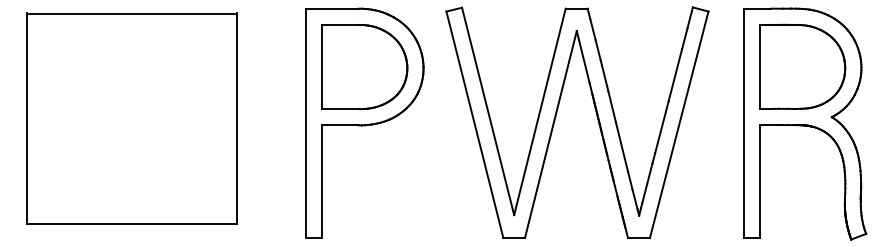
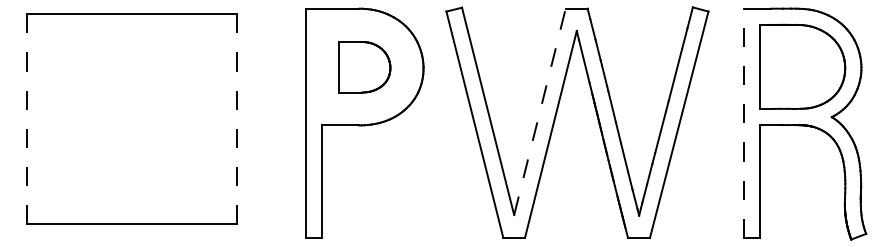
part at (364, 67) size: 88x87 px -> 54x53 px
line at (540, 111): solid -> dashed
line at (26, 118): solid -> dashed
line at (236, 118): solid -> dashed
line at (743, 123): solid -> dashed
